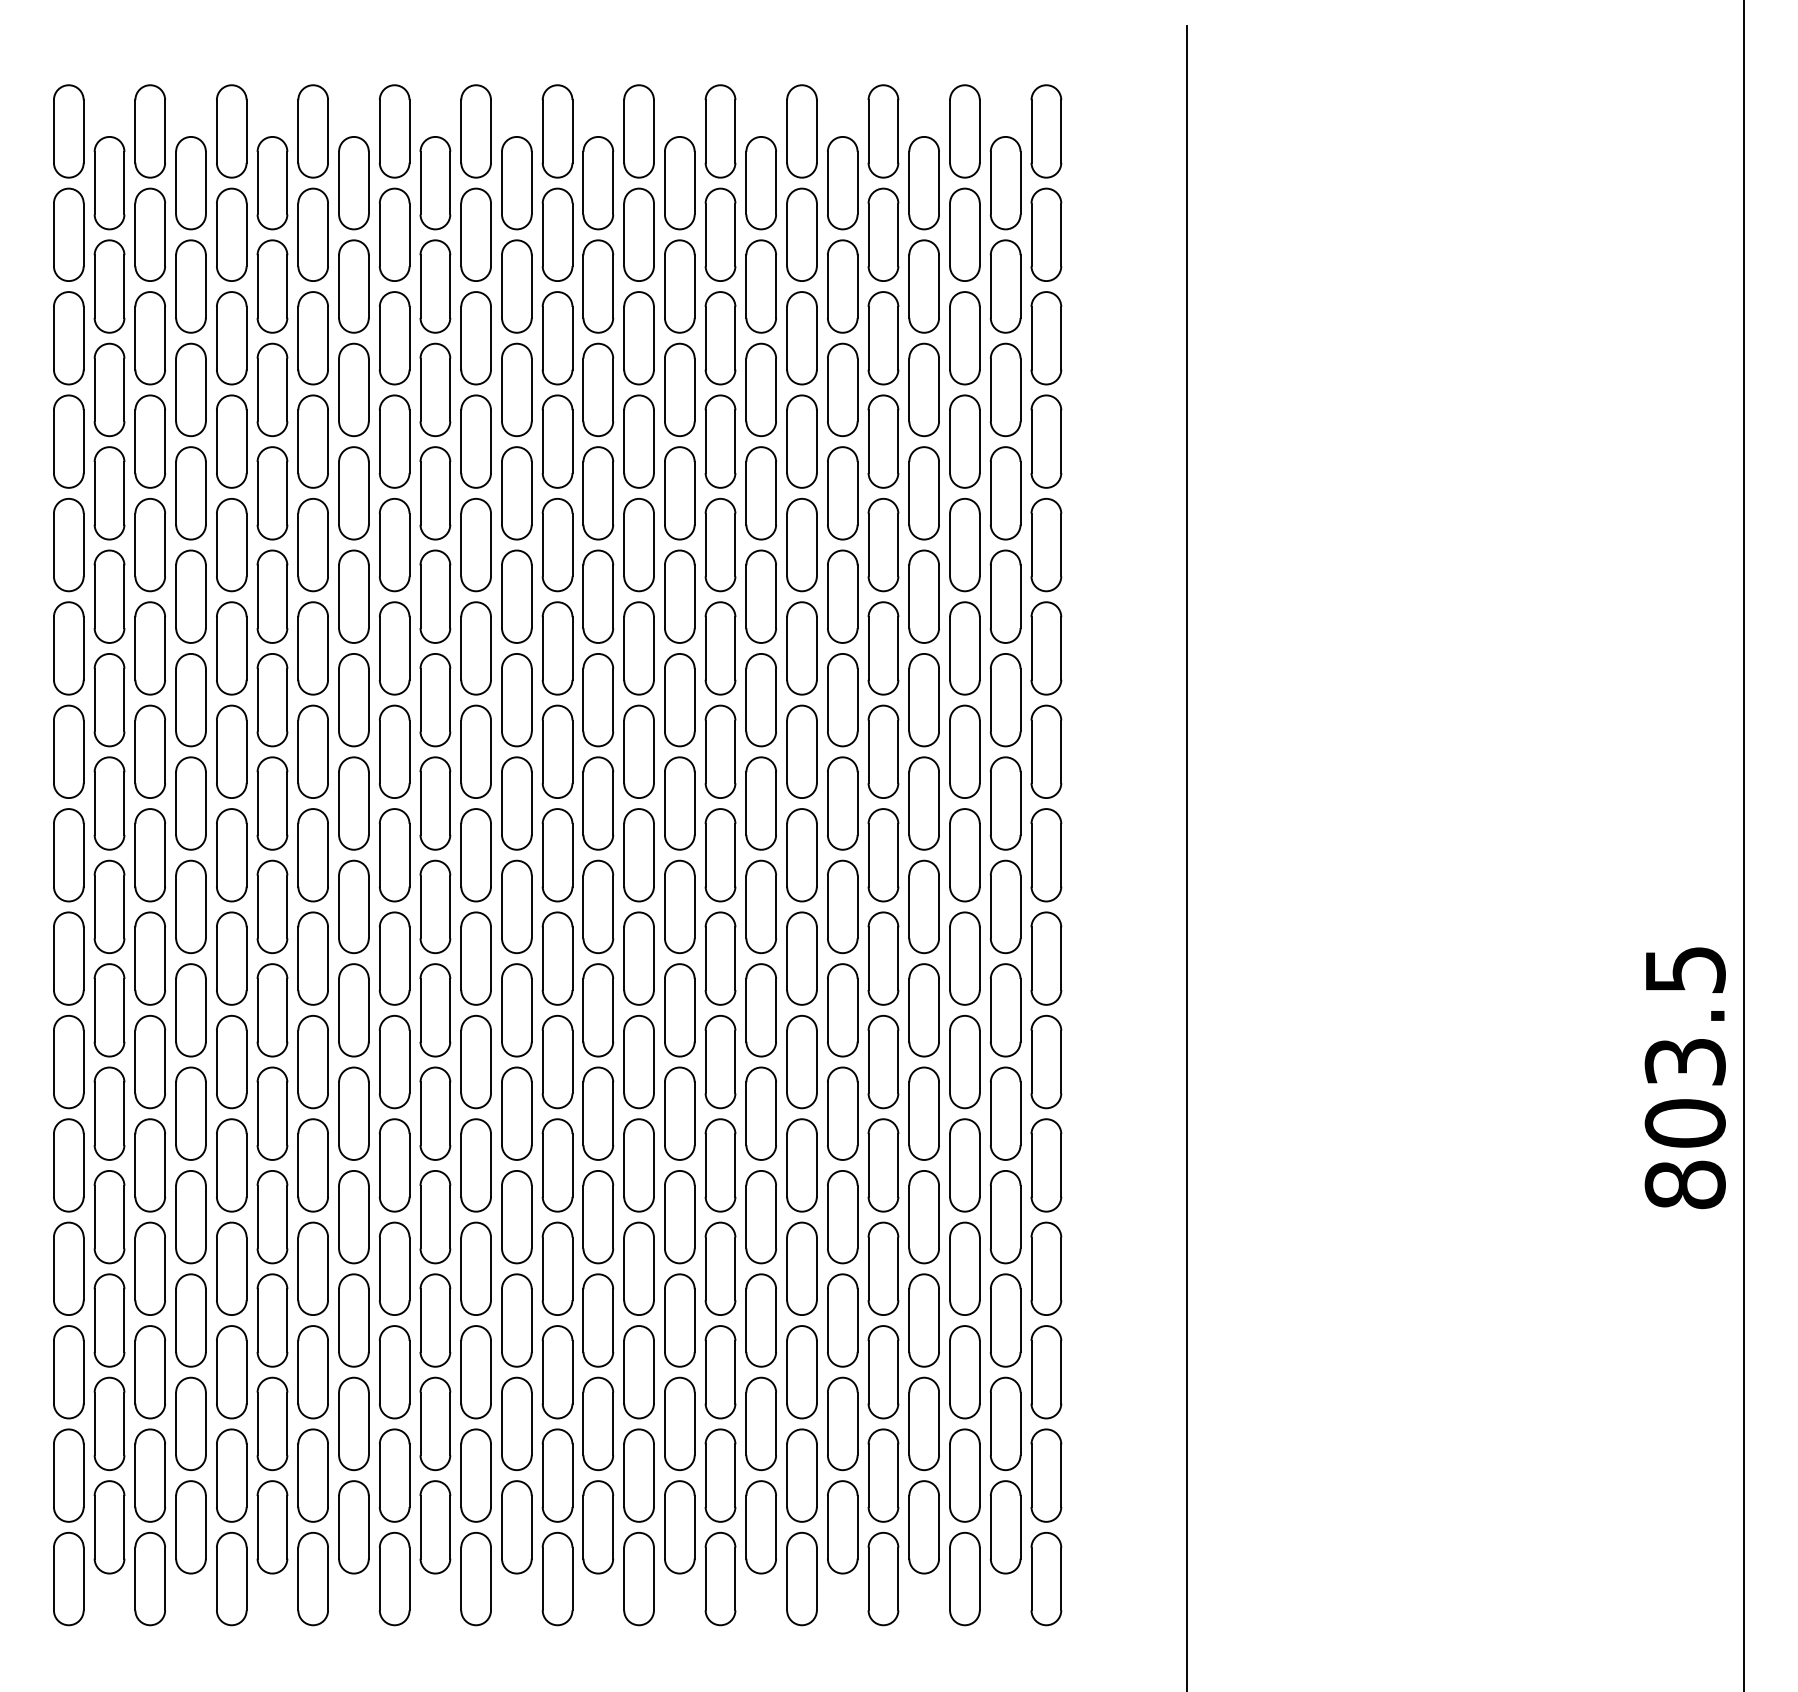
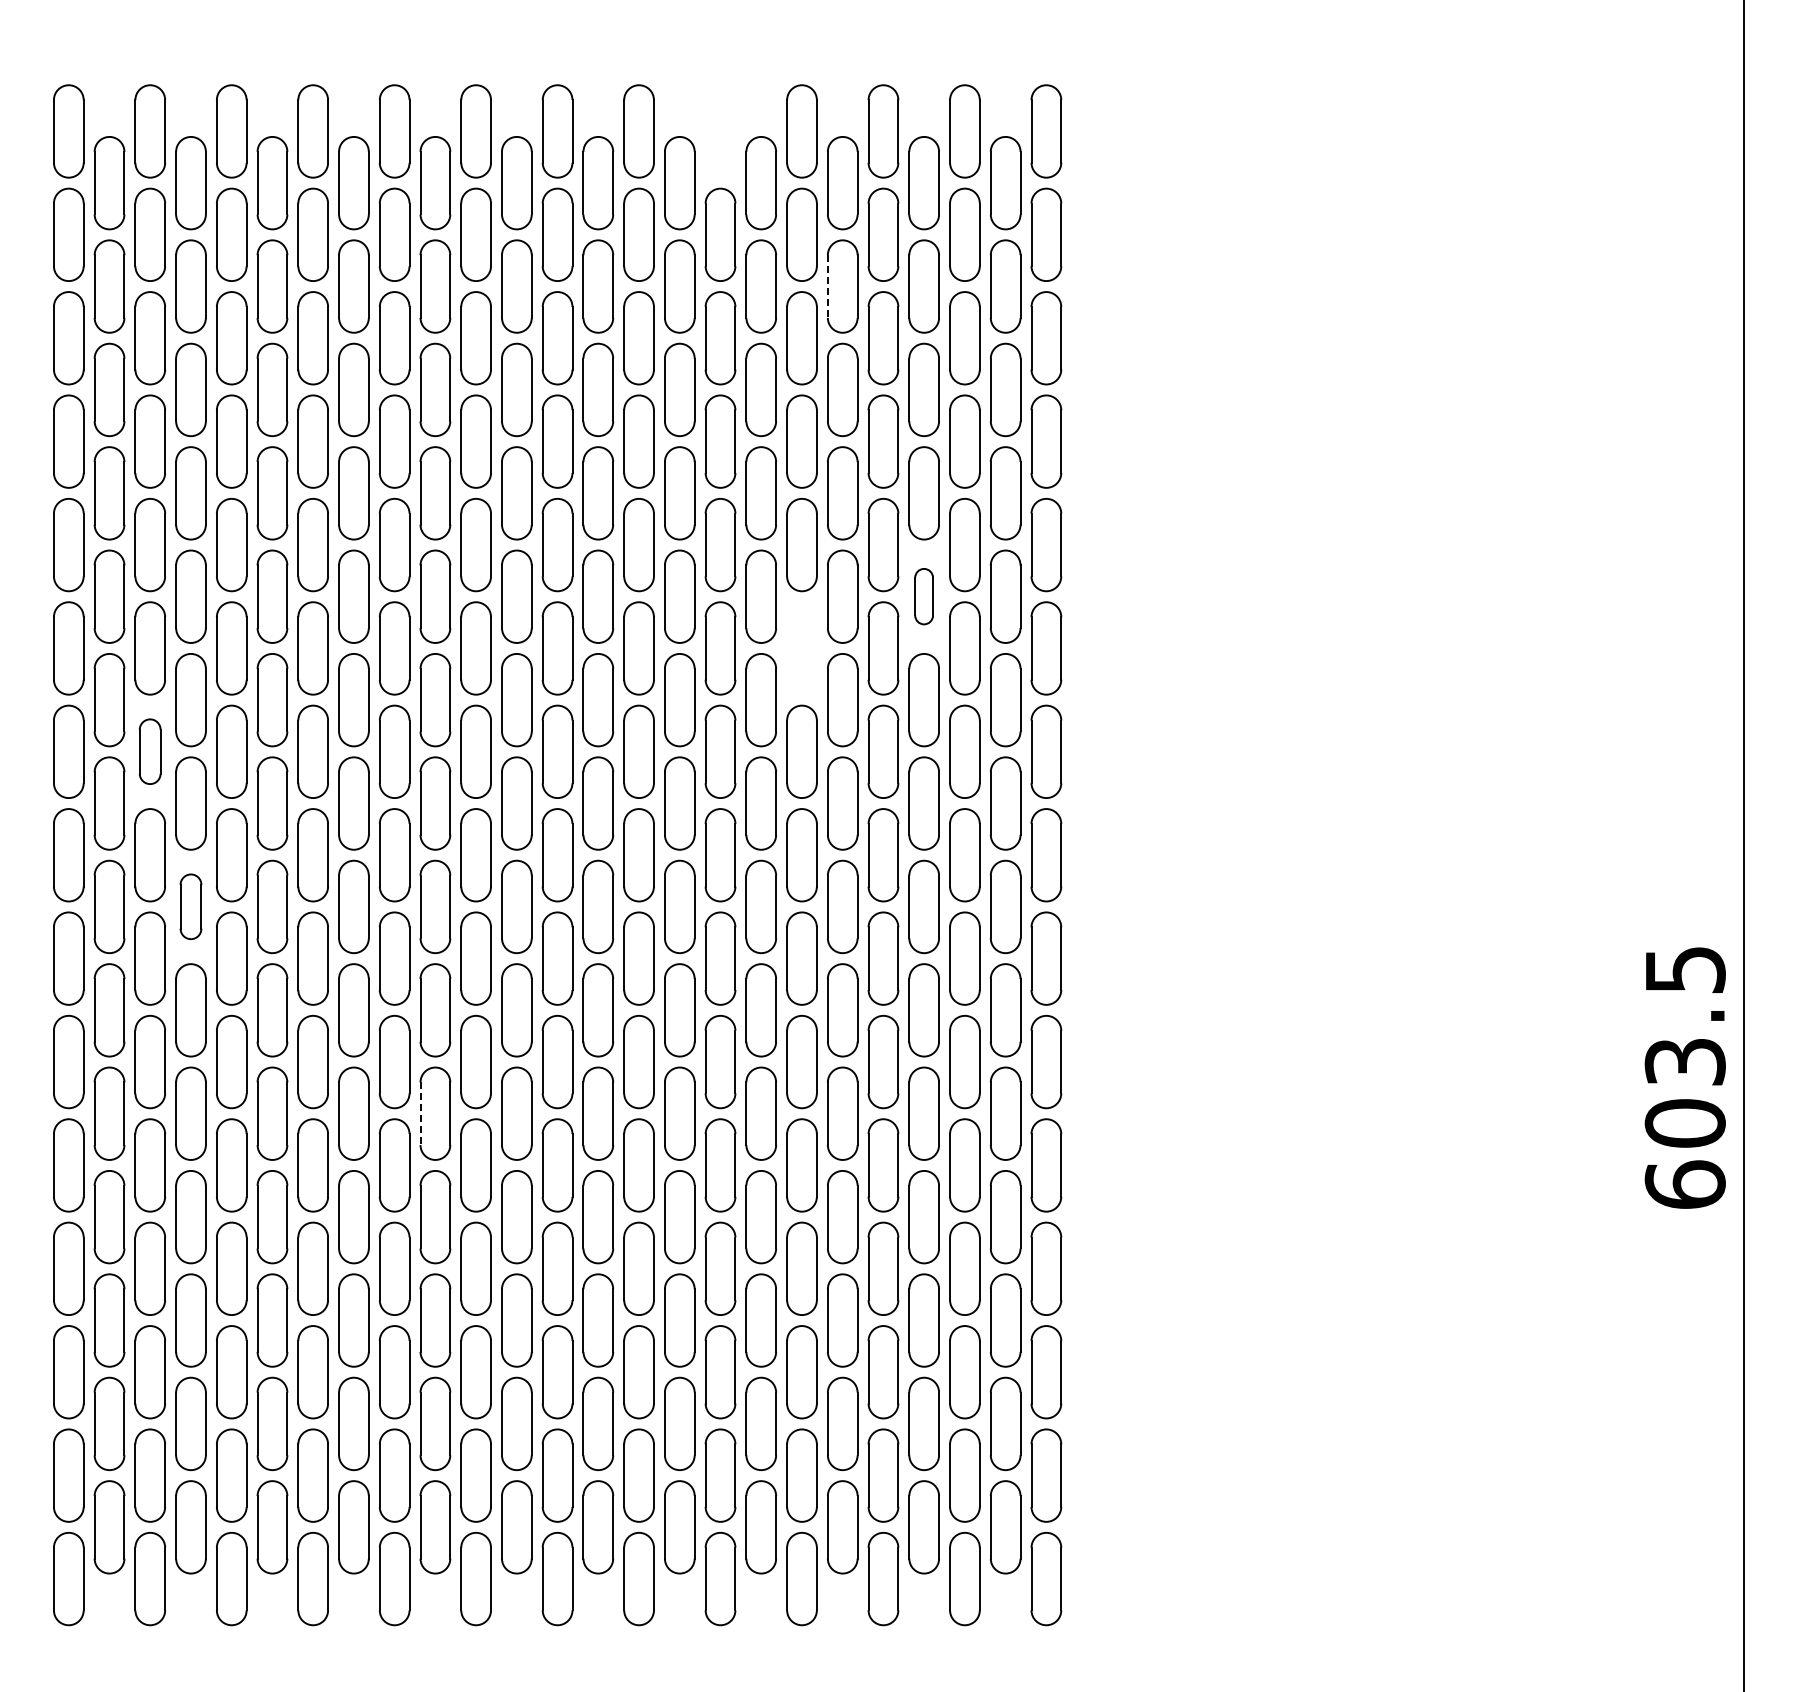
part at (720, 131): present -> none
line at (827, 287): solid -> dashed
part at (923, 596) size: 32x95 px -> 20x58 px
part at (801, 648): present -> none
part at (149, 751) size: 32x95 px -> 24x67 px
line at (1187, 856): present -> none
part at (190, 906) size: 32x95 px -> 24x67 px
line at (420, 1114): solid -> dashed
text at (1684, 1184): 803.5 -> 603.5
